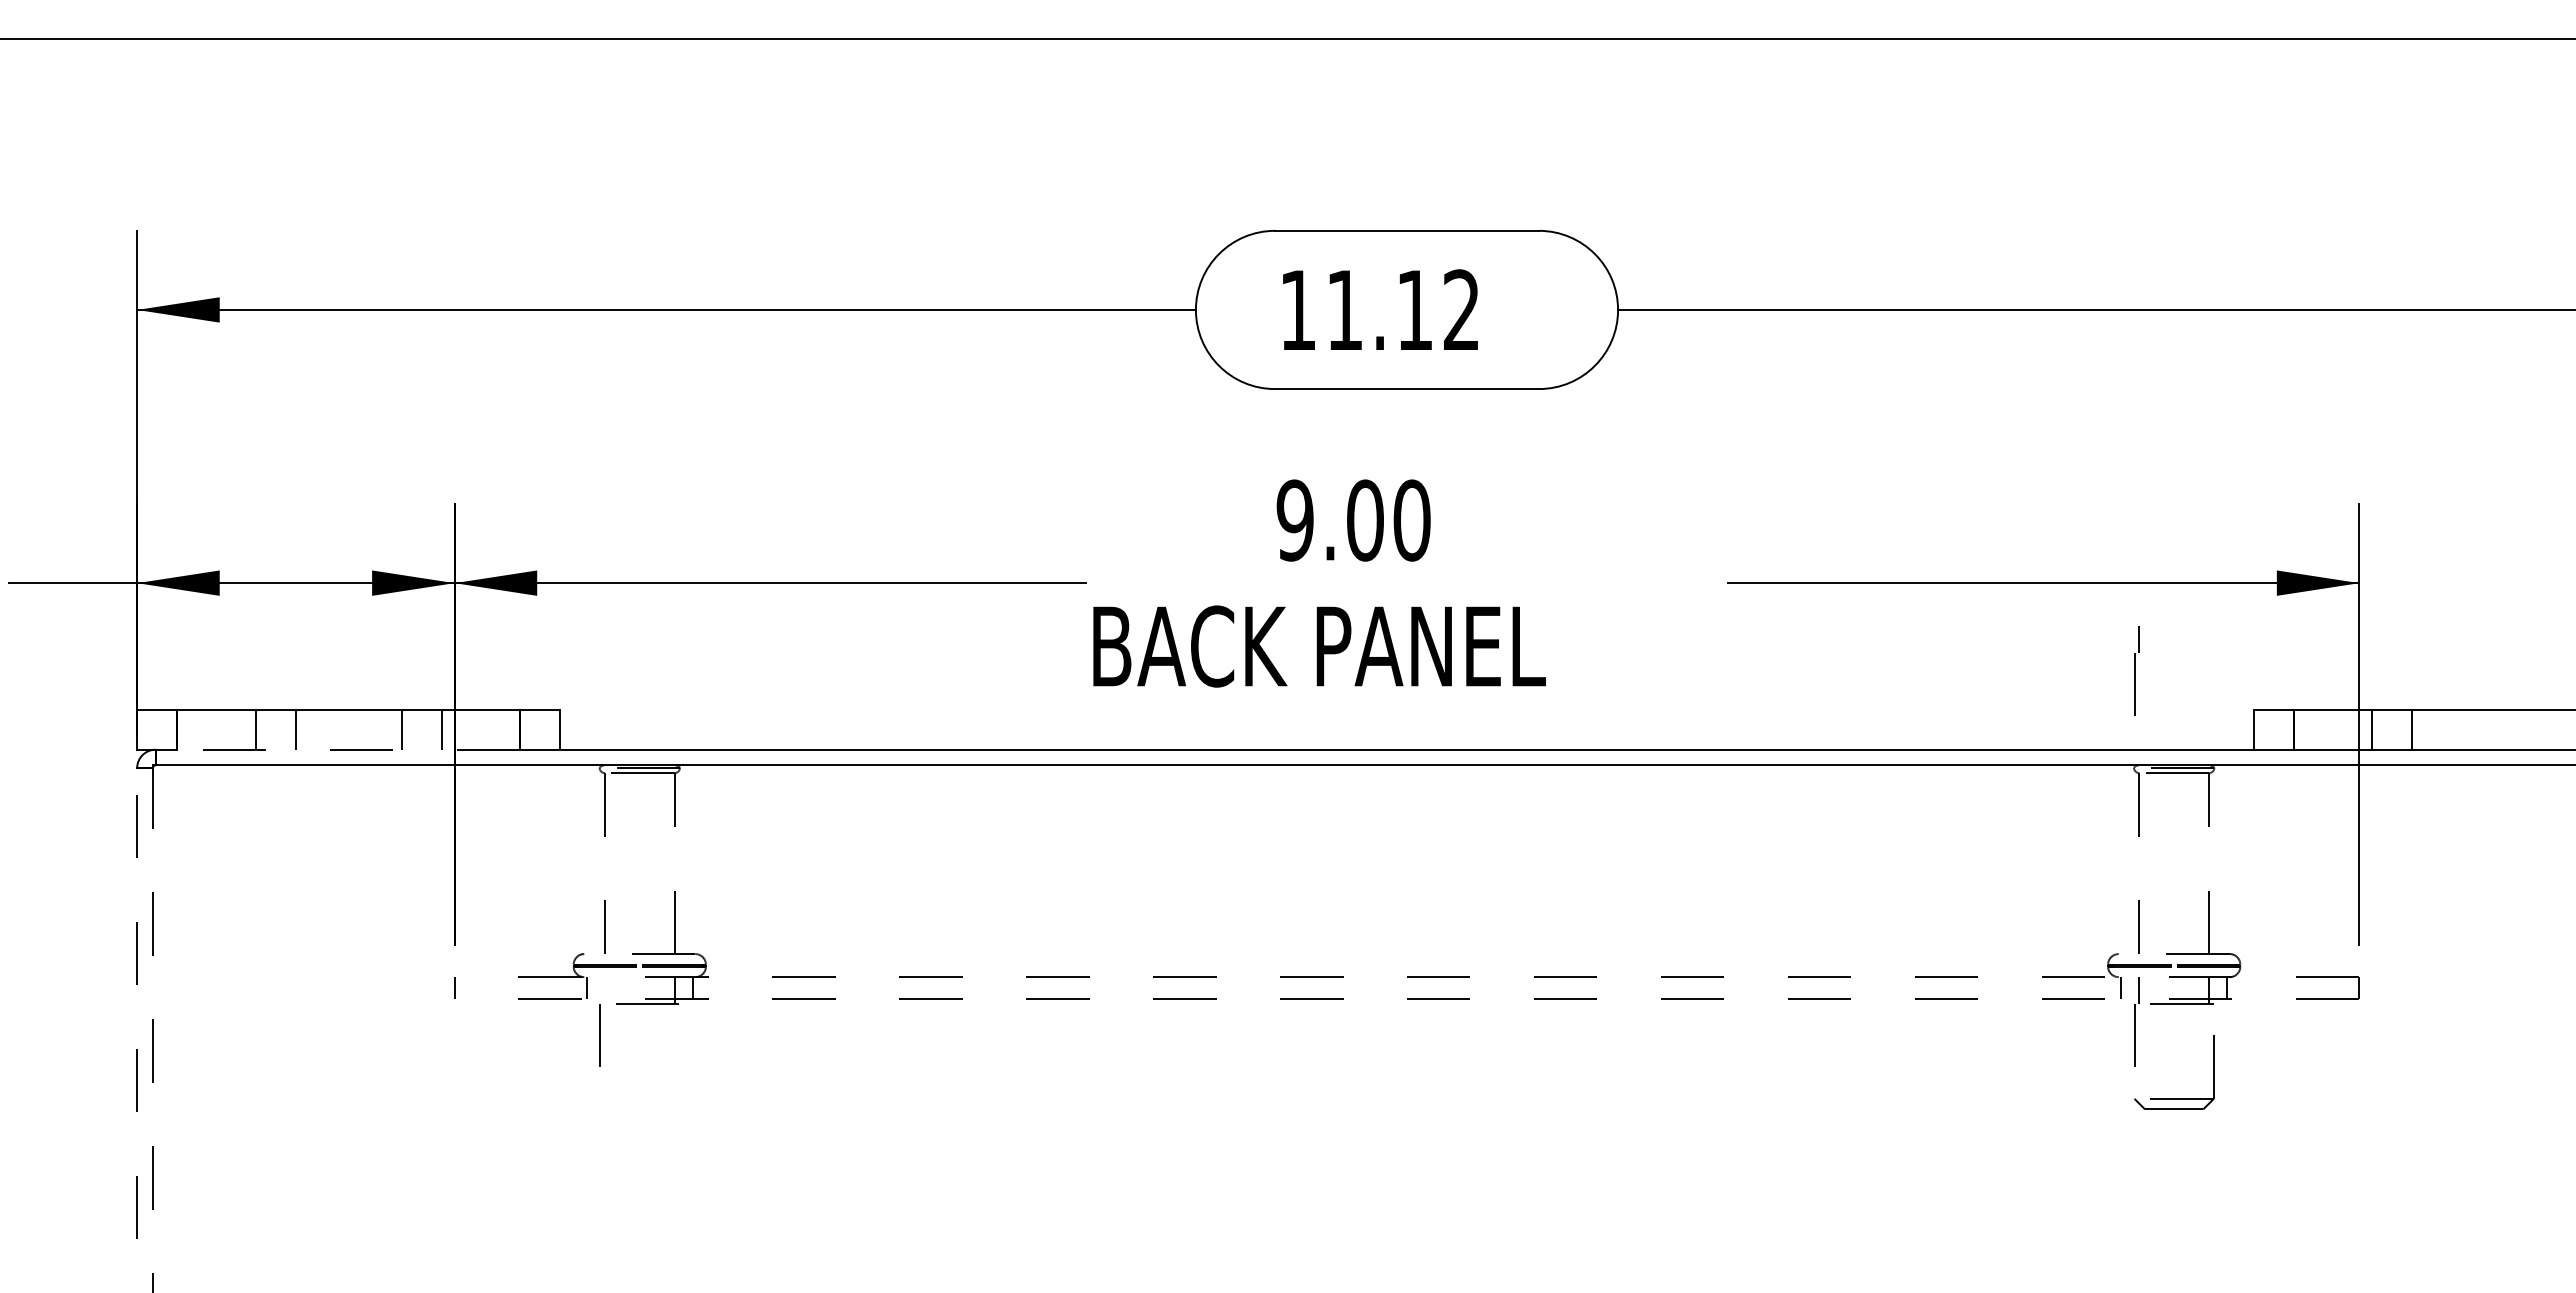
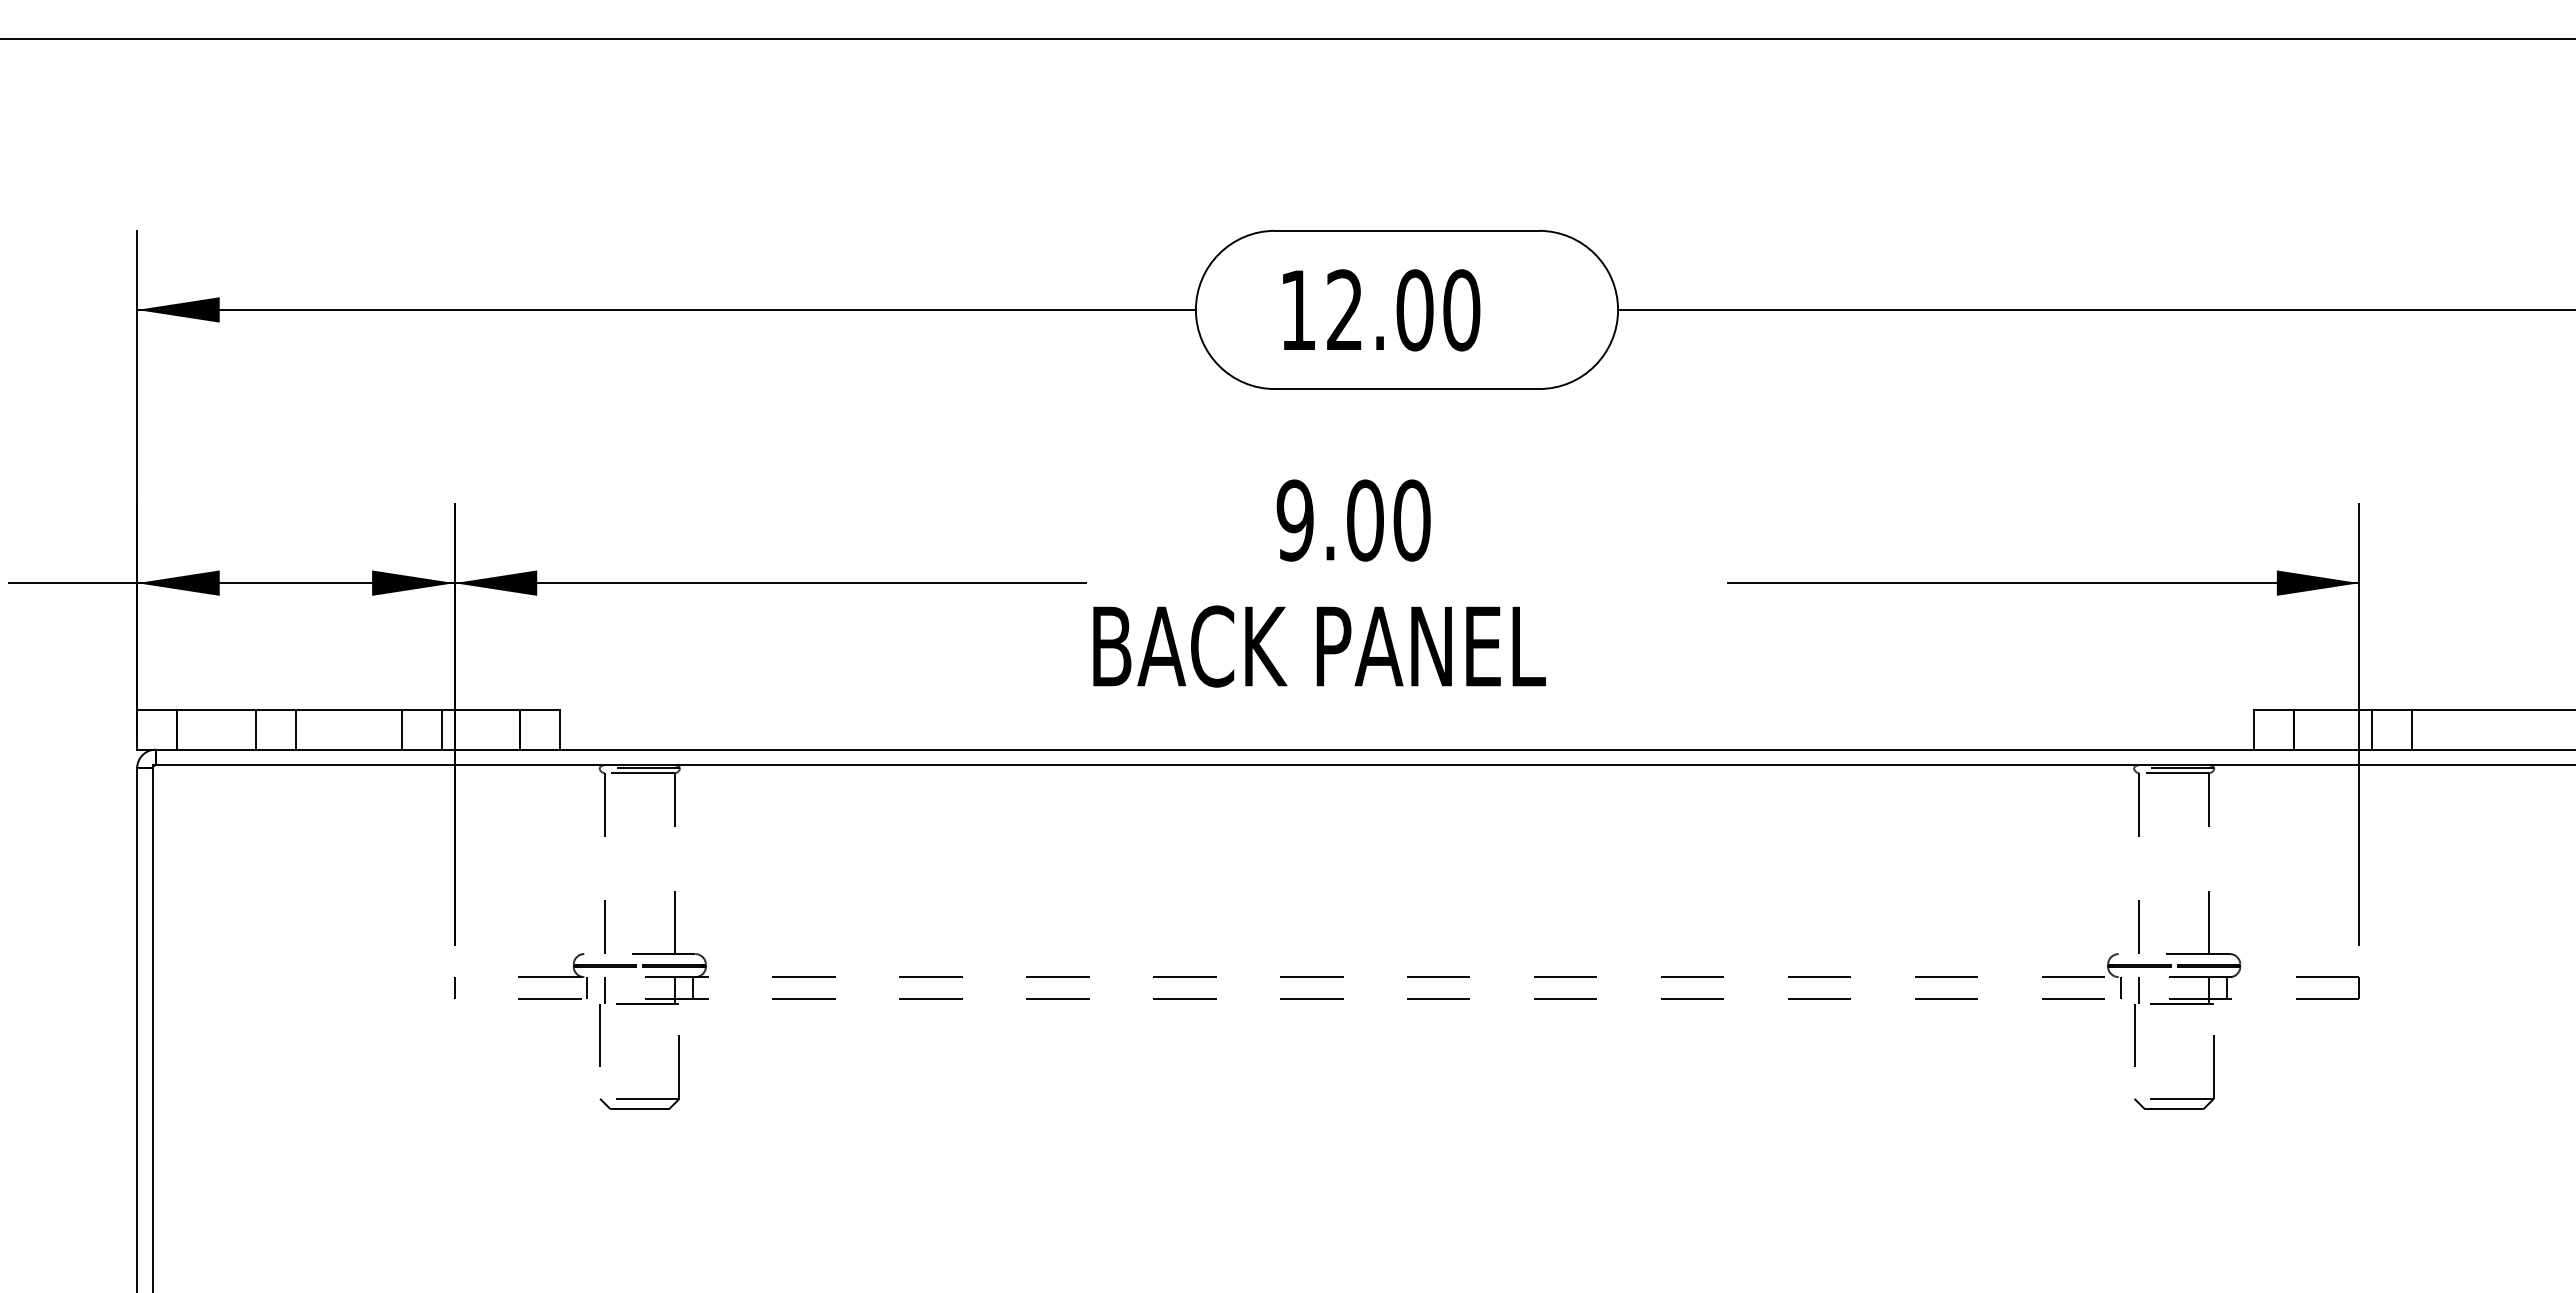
text at (1403, 310): 11.12 -> 12.00
part at (2136, 670): present -> none
line at (348, 749): dashed -> solid
line at (604, 990): none -> present
line at (152, 1029): dashed -> solid
line at (137, 1030): dashed -> solid
part at (639, 1098): none -> present
